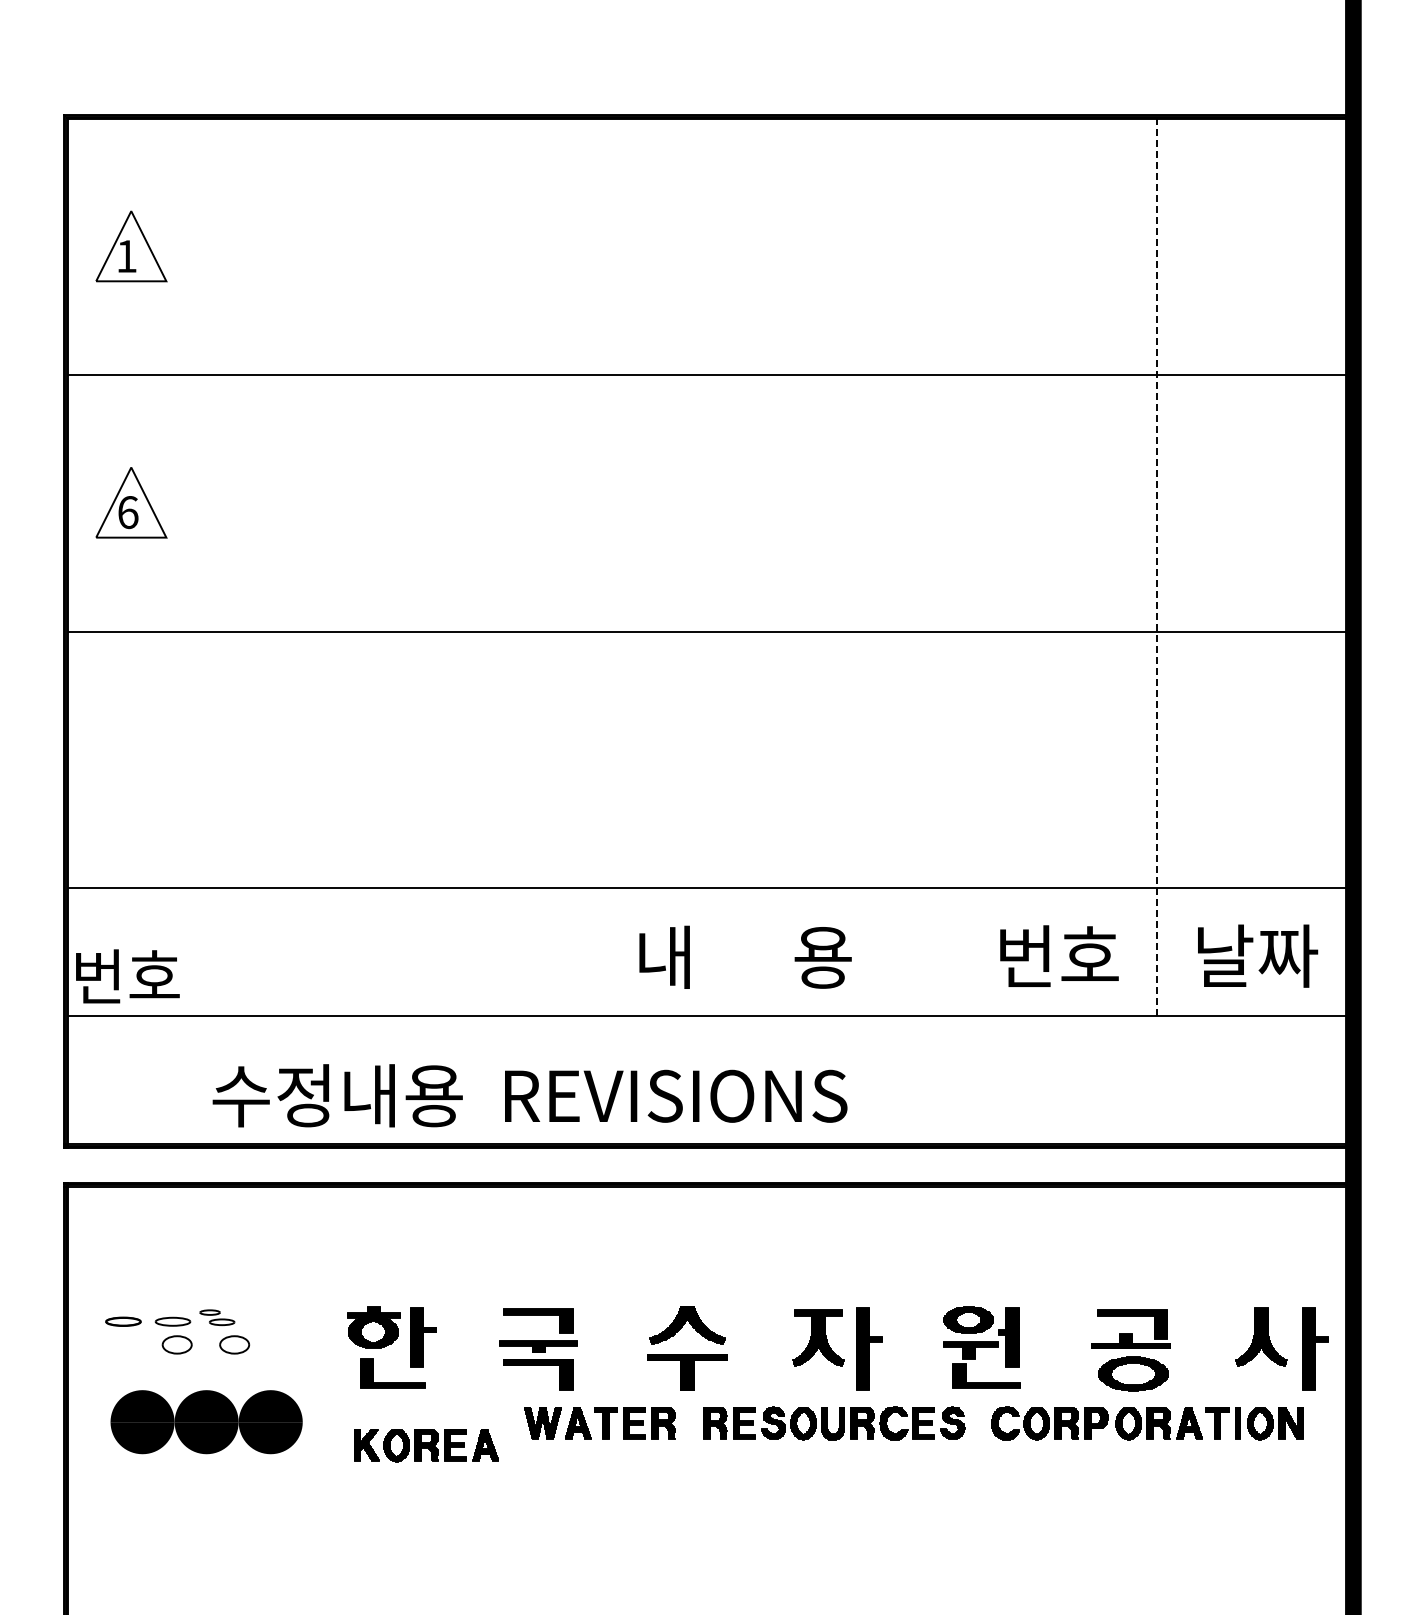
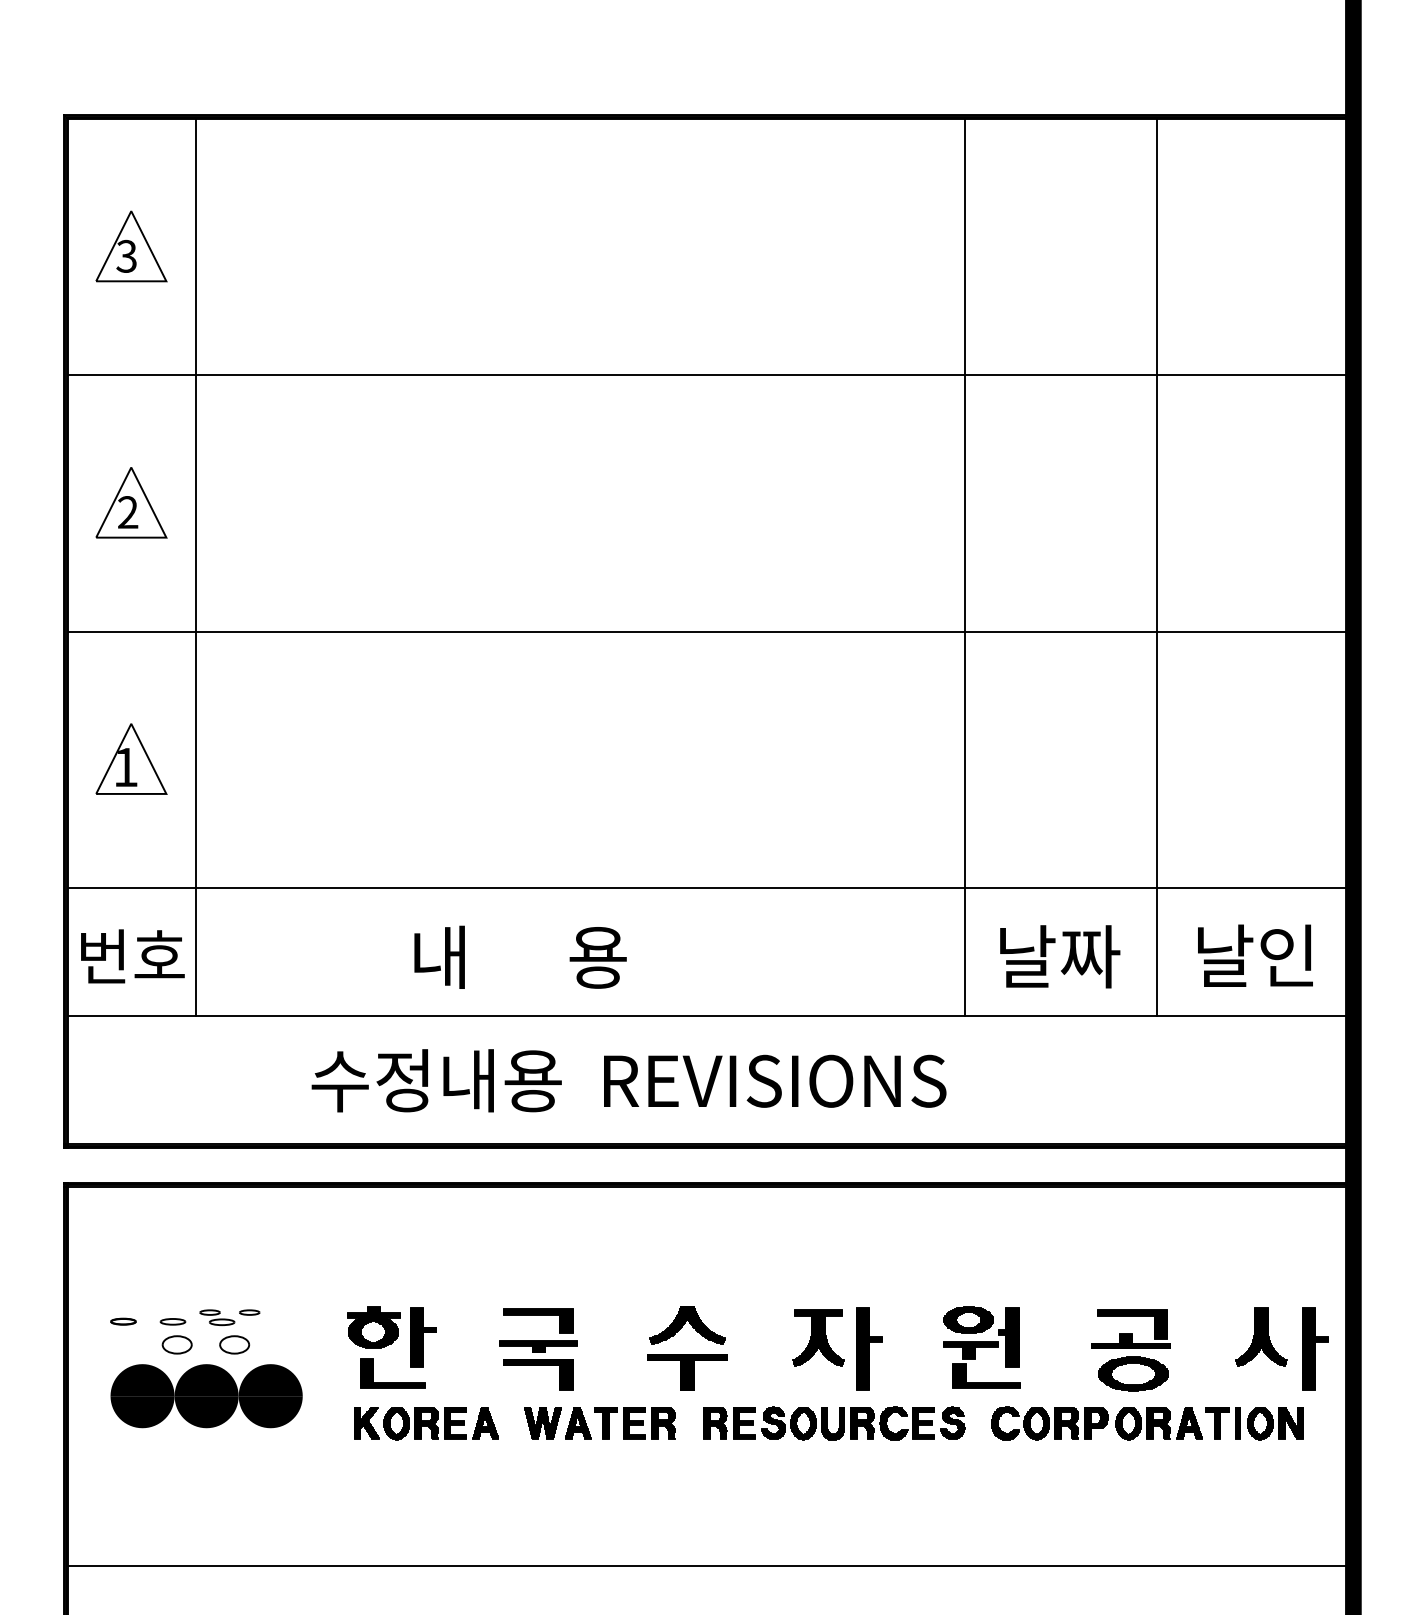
text at (126, 255): 1 -> 3
text at (128, 512): 6 -> 2
line at (196, 567): none -> present
line at (965, 567): none -> present
line at (1157, 567): dashed -> solid
part at (131, 758): none -> present
text at (1288, 955): 날짜 -> 날인
text at (745, 956) position: (745, 956) -> (520, 956)
text at (1060, 956): 번호 -> 날짜
text at (127, 976) position: (127, 976) -> (132, 956)
text at (529, 1095) position: (529, 1095) -> (628, 1080)
part at (249, 1312): none -> present
part at (123, 1321) size: 37x11 px -> 27x9 px
part at (172, 1321) size: 38x11 px -> 28x8 px
part at (206, 1422) position: (206, 1422) -> (206, 1396)
part at (426, 1445) position: (426, 1445) -> (426, 1423)
line at (708, 1565): none -> present
